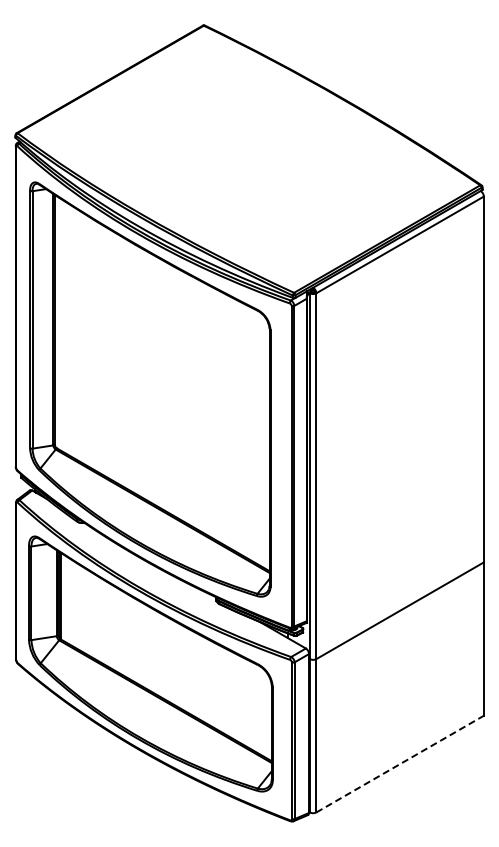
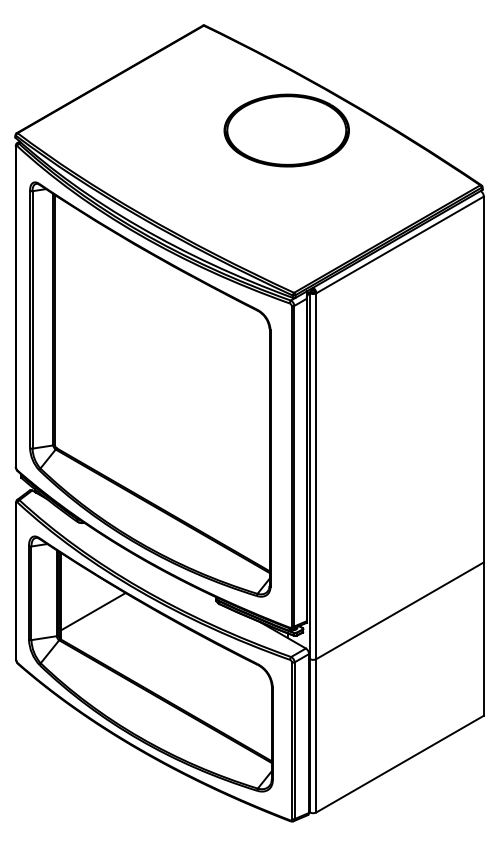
part at (286, 130): none -> present
line at (93, 611): none -> present
line at (400, 764): dashed -> solid
